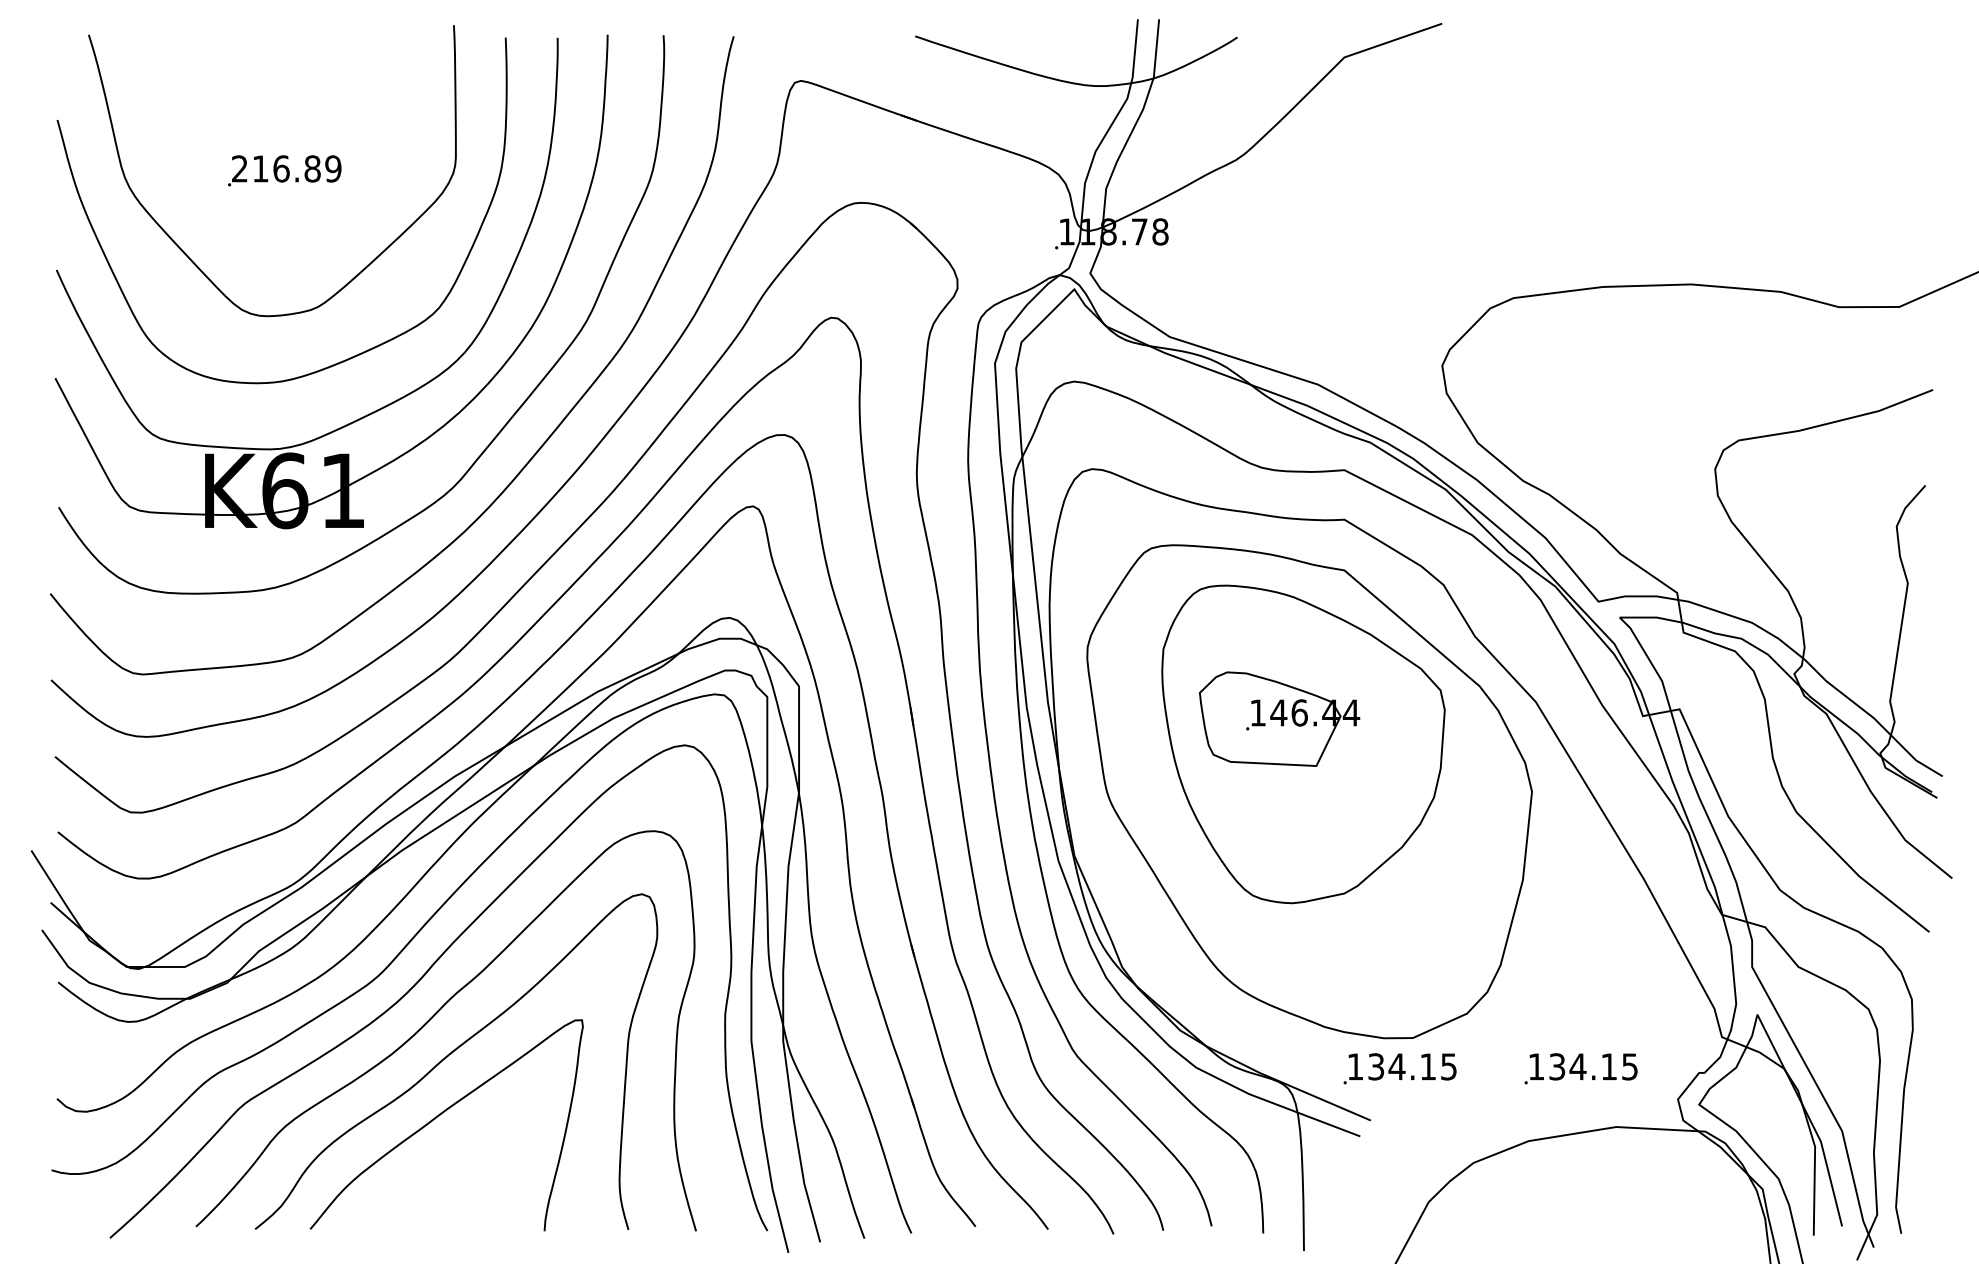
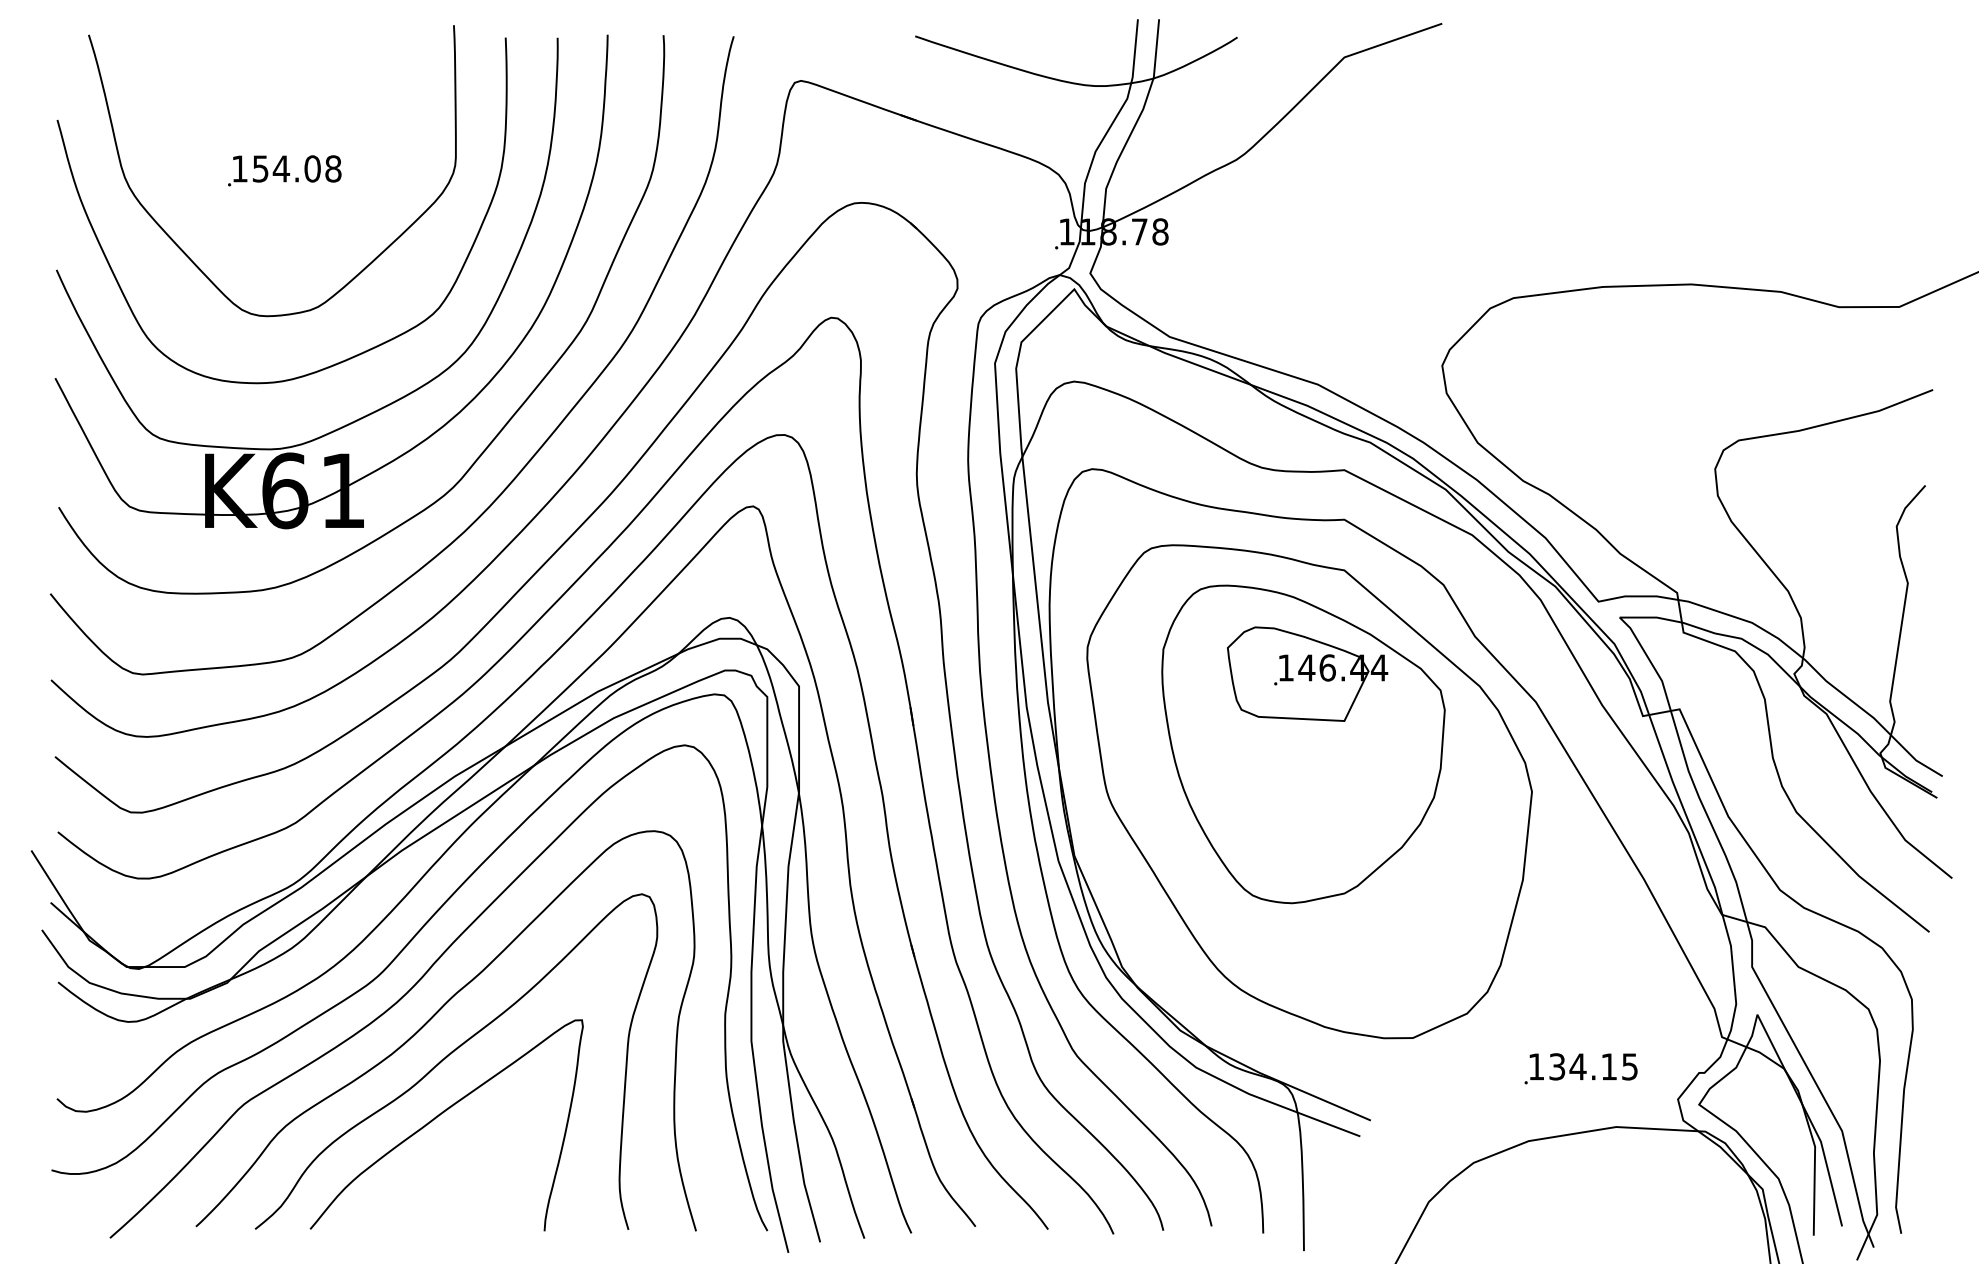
text at (286, 168): 216.89 -> 154.08
part at (1279, 718) position: (1279, 718) -> (1307, 673)
part at (1399, 1068): present -> none
